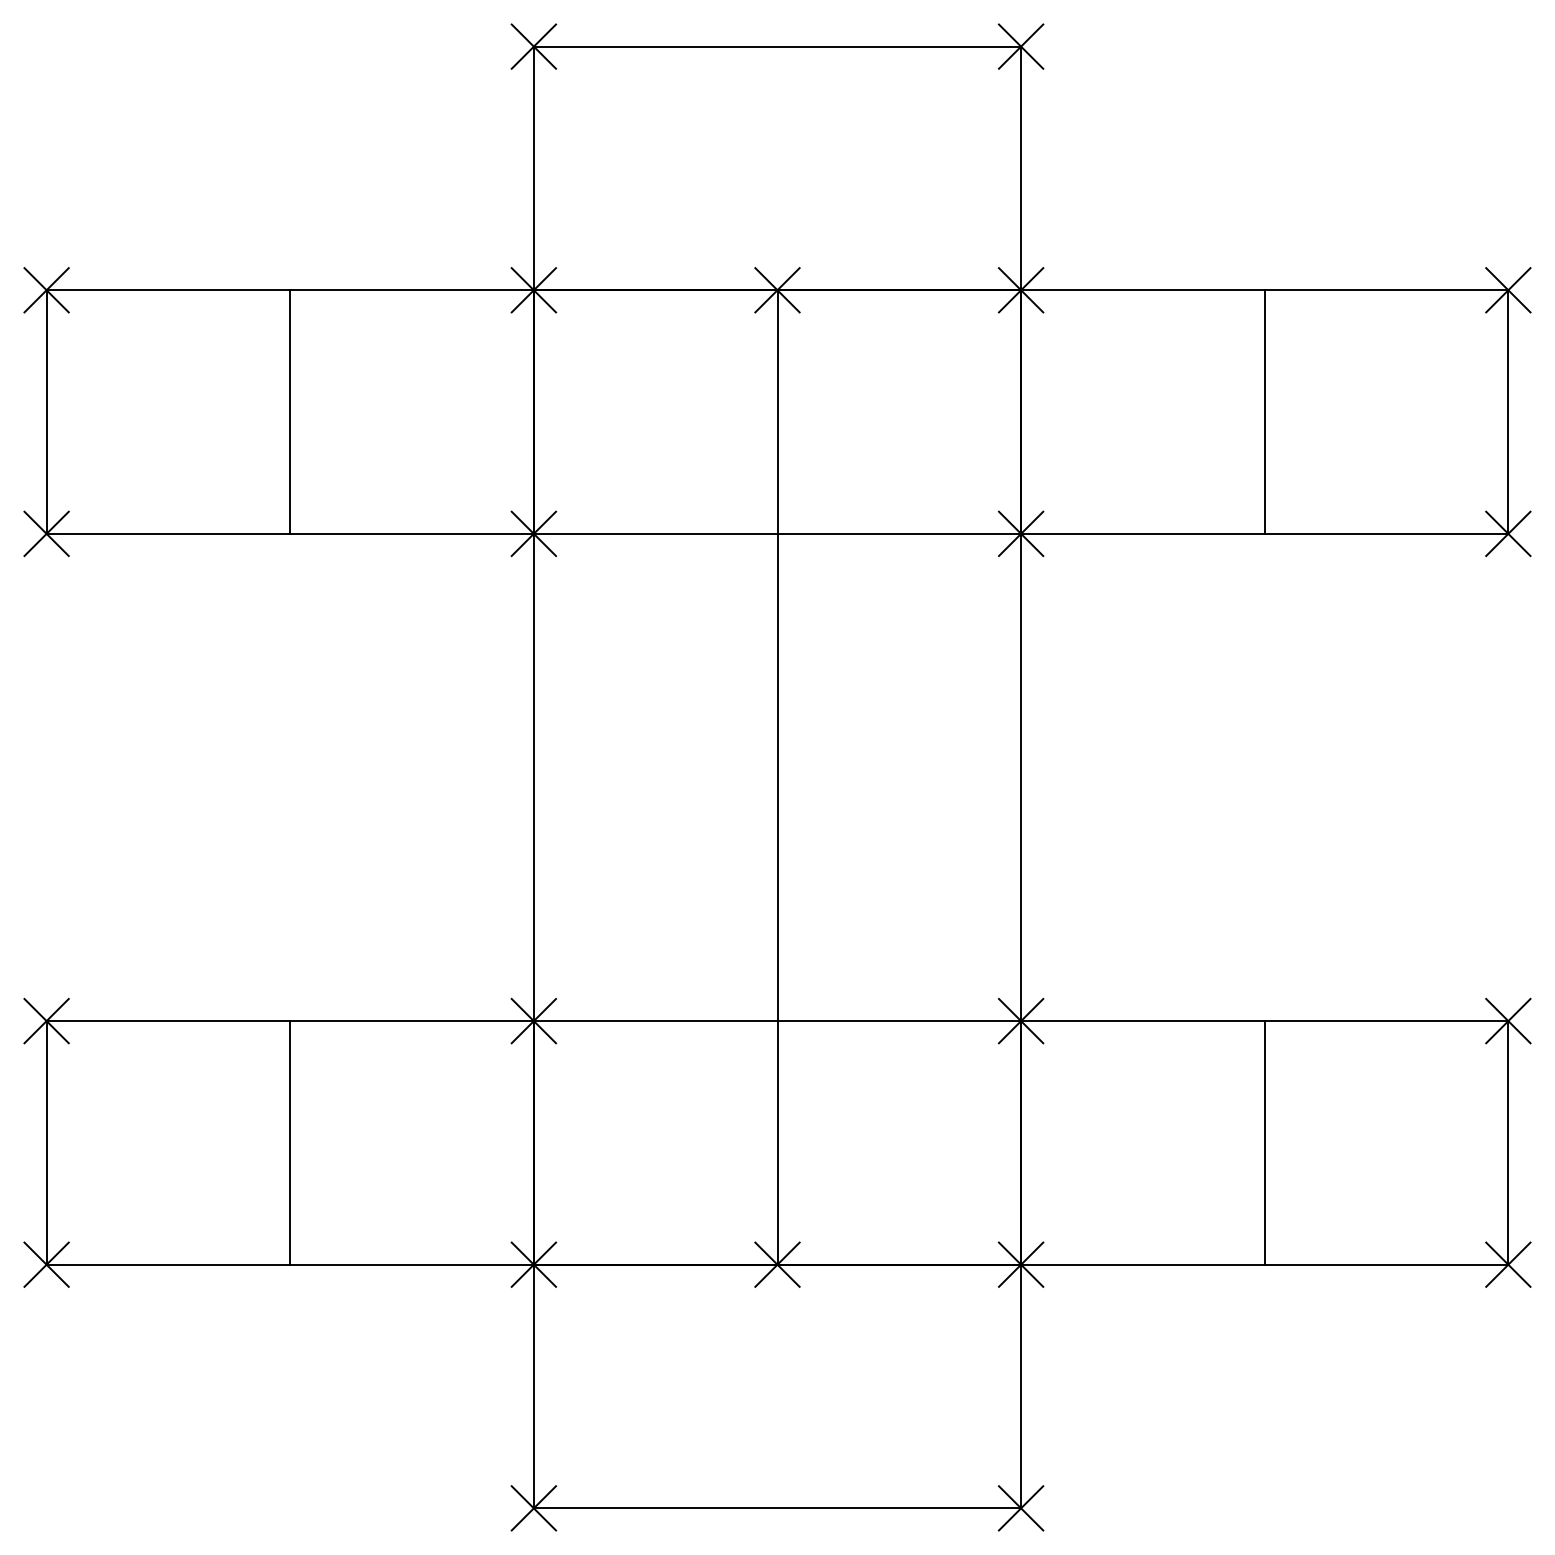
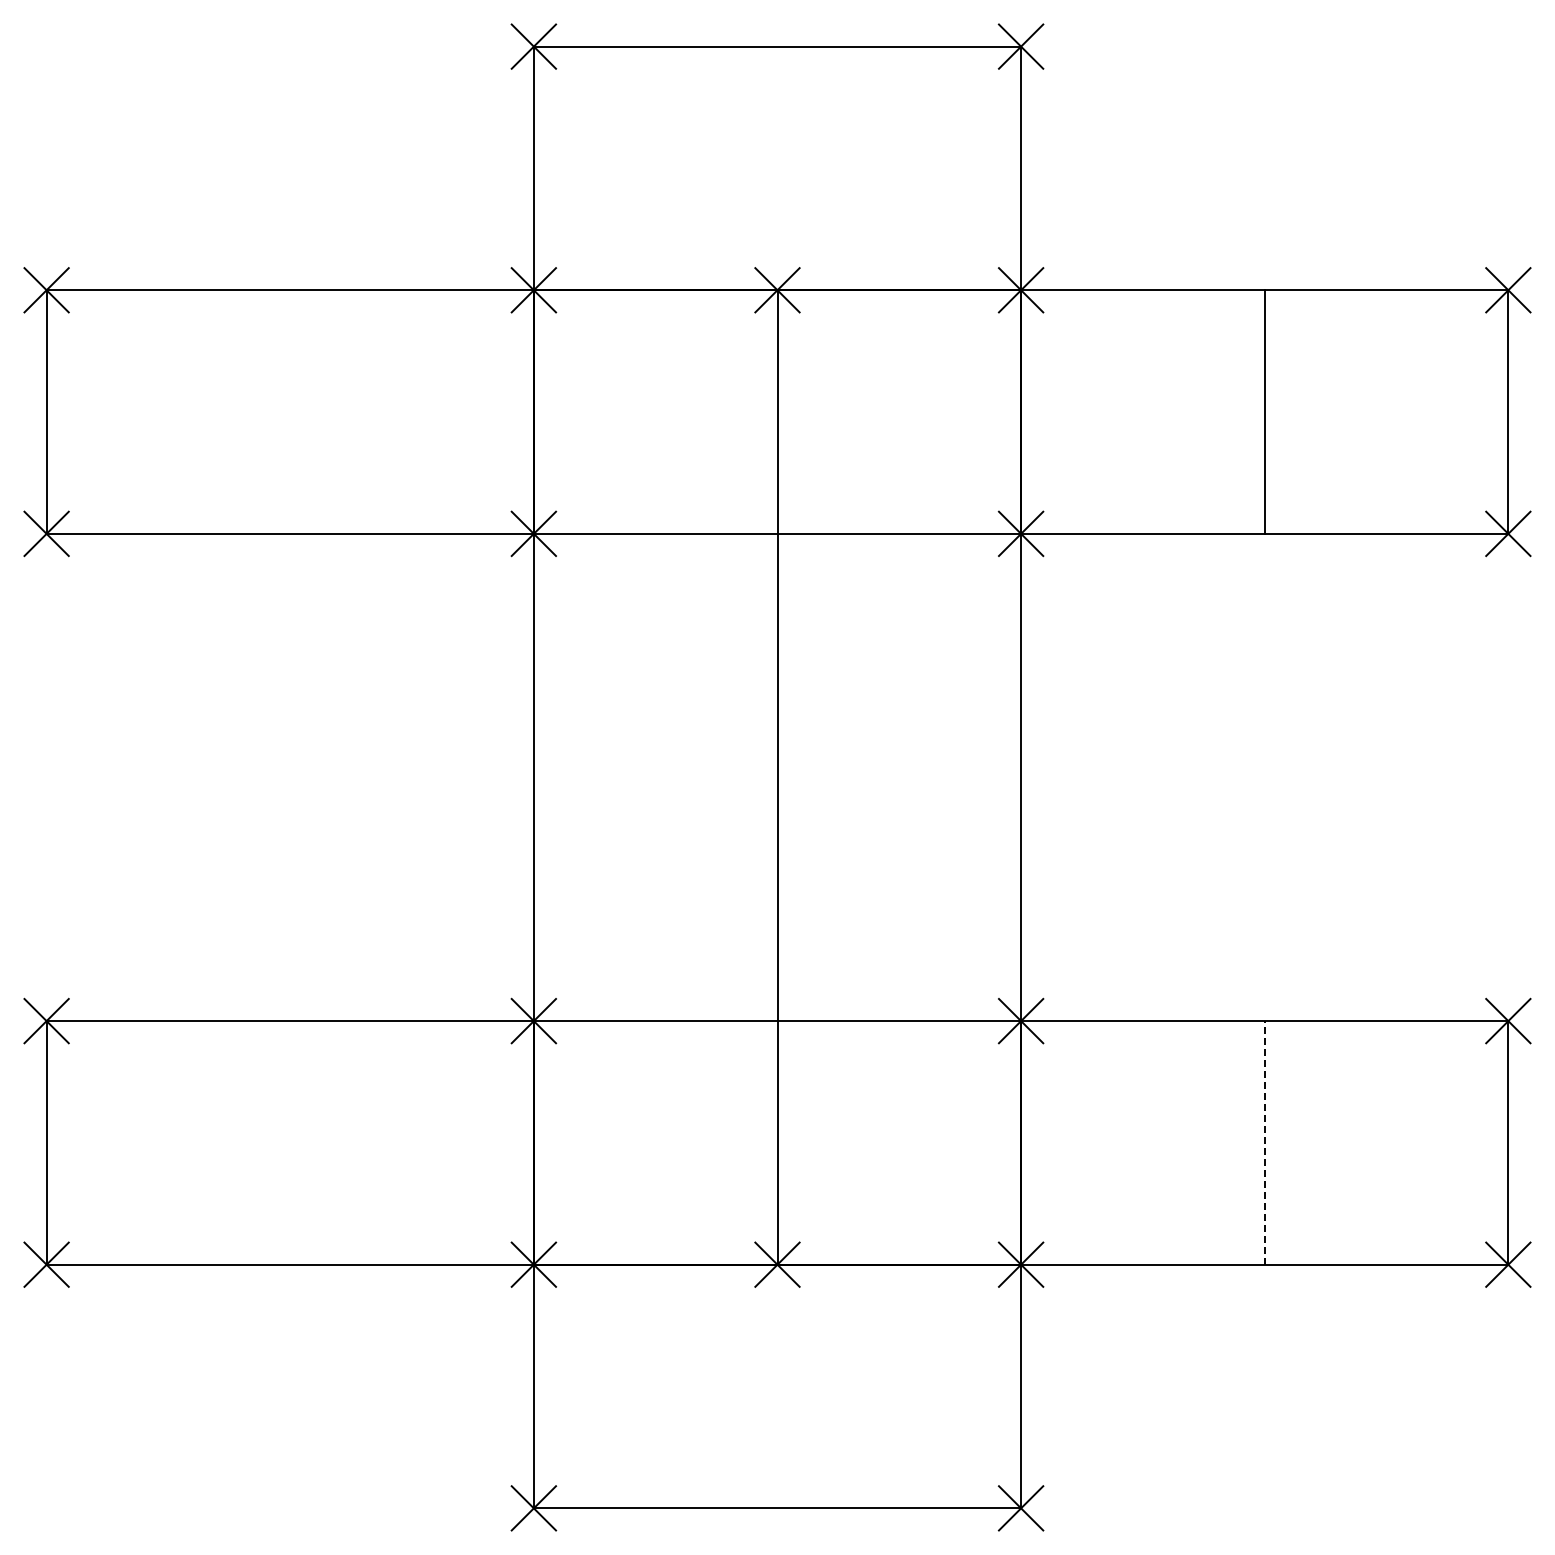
line at (290, 411): present -> none
line at (290, 1142): present -> none
line at (1264, 1142): solid -> dashed
